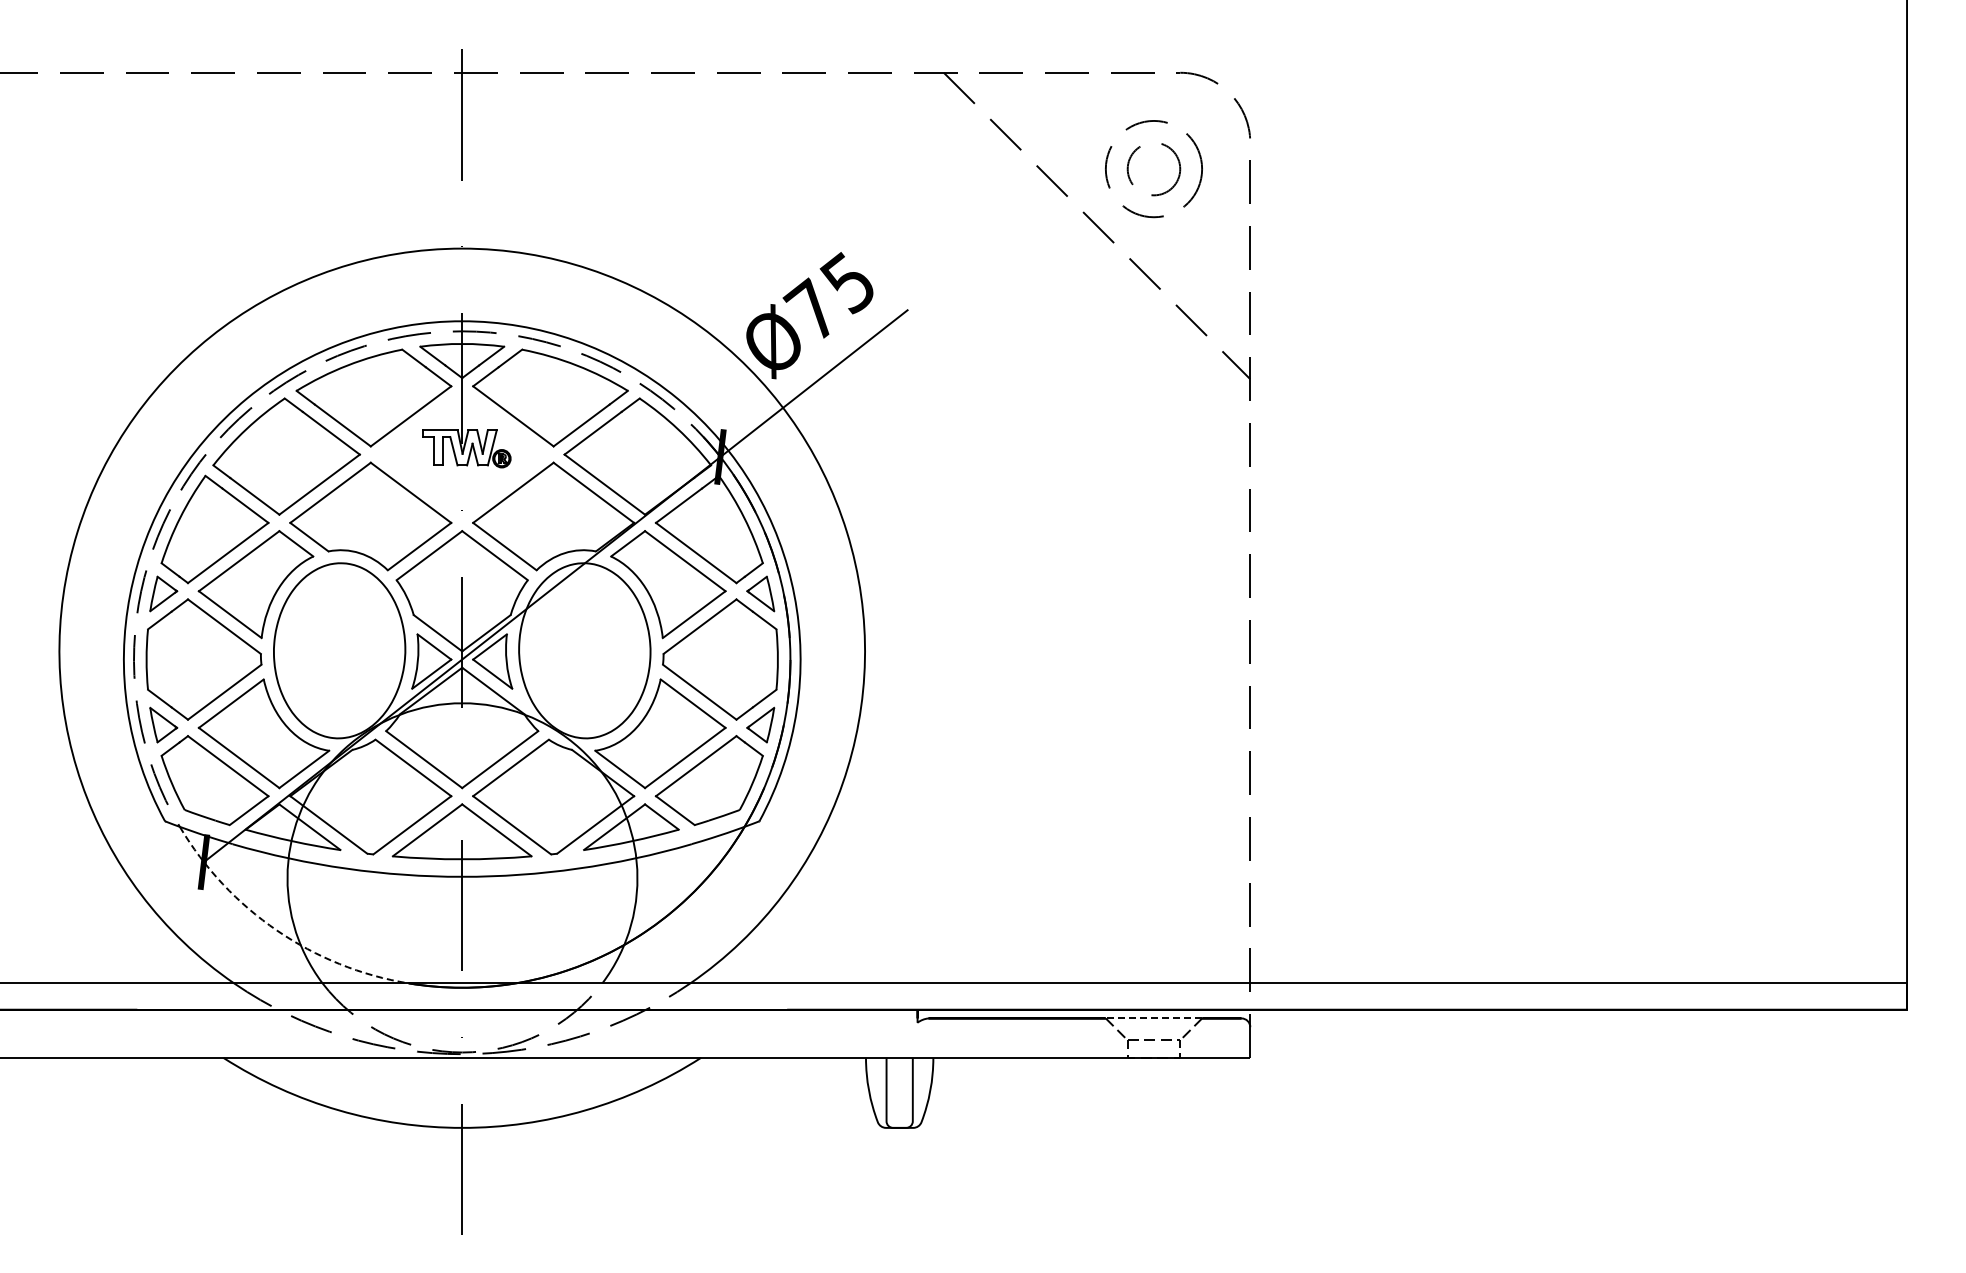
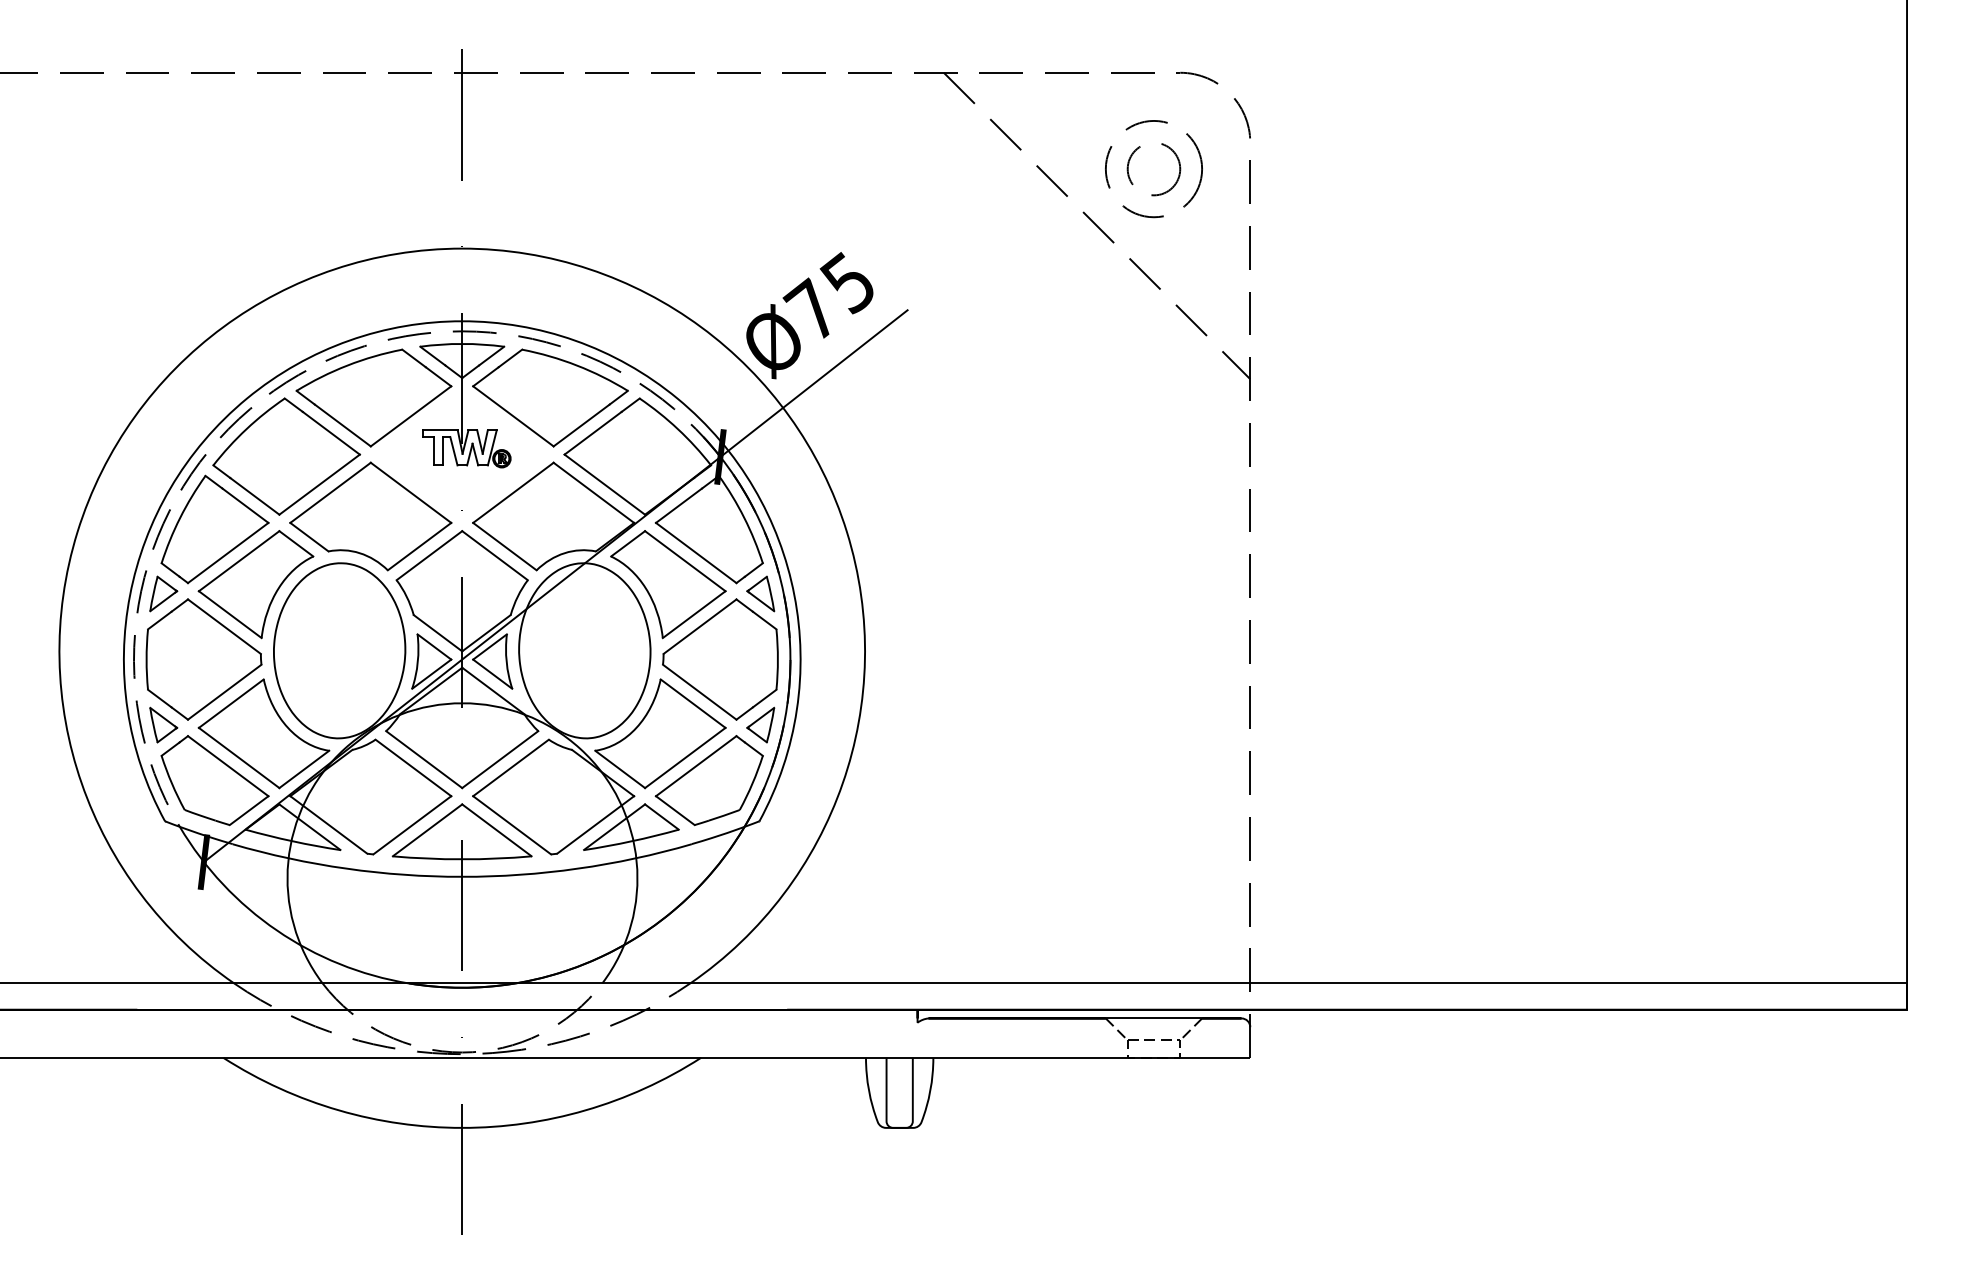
arc at (276, 930): dashed -> solid
line at (1153, 1018): dashed -> solid
